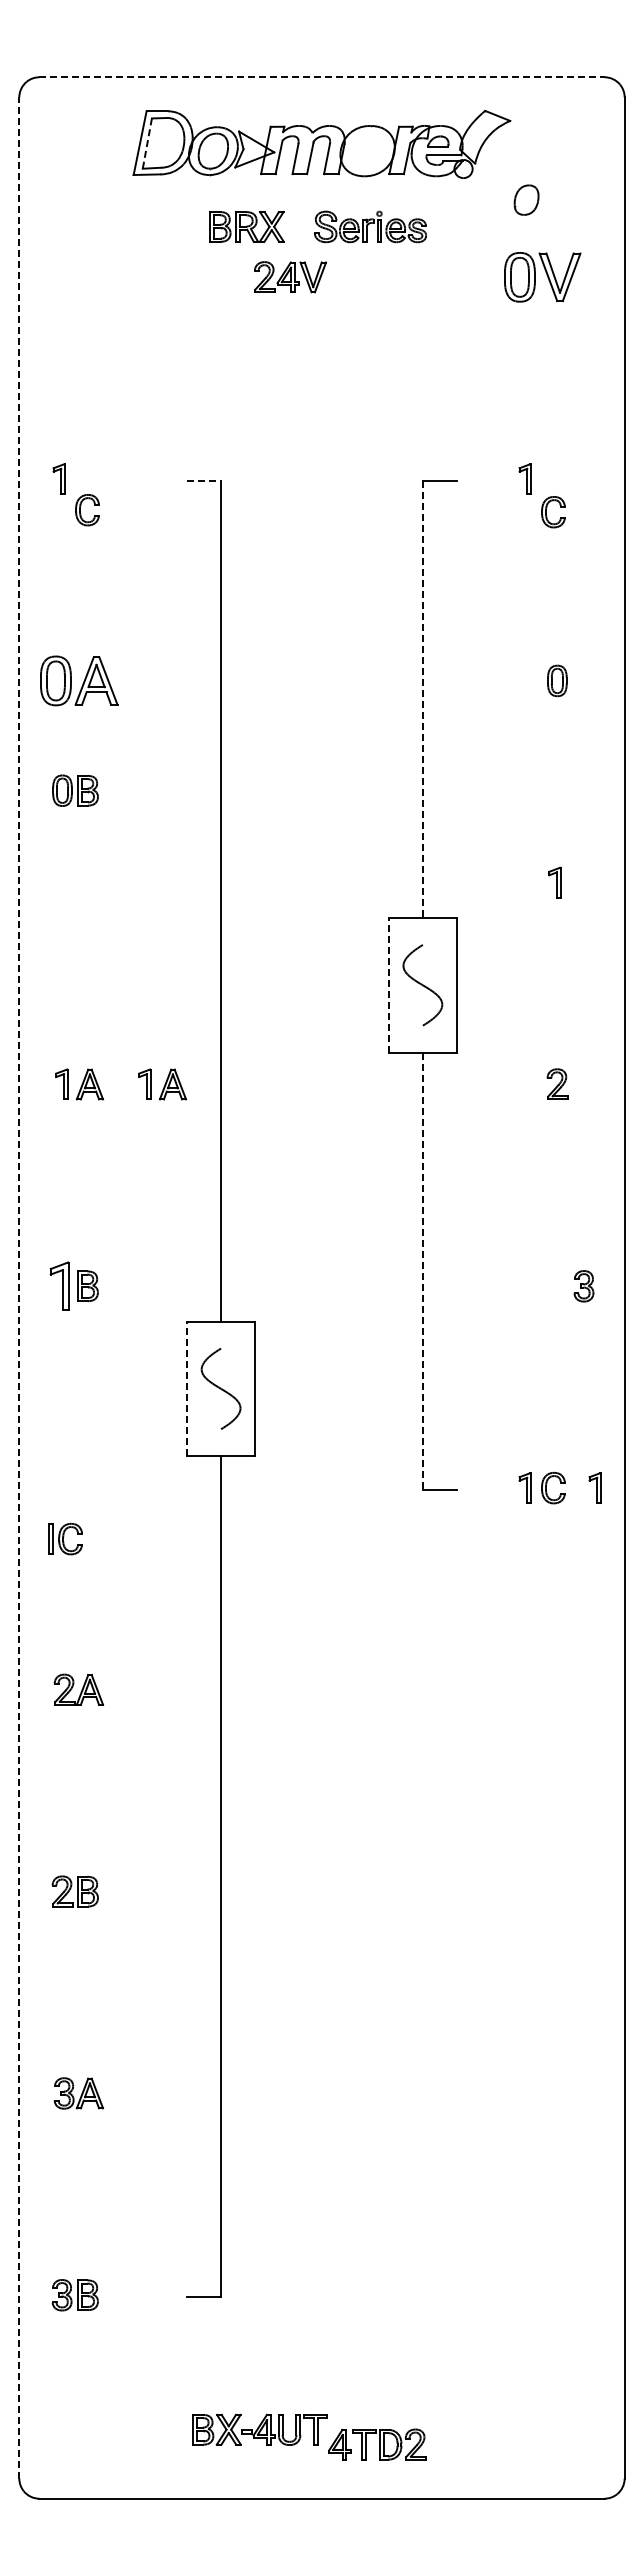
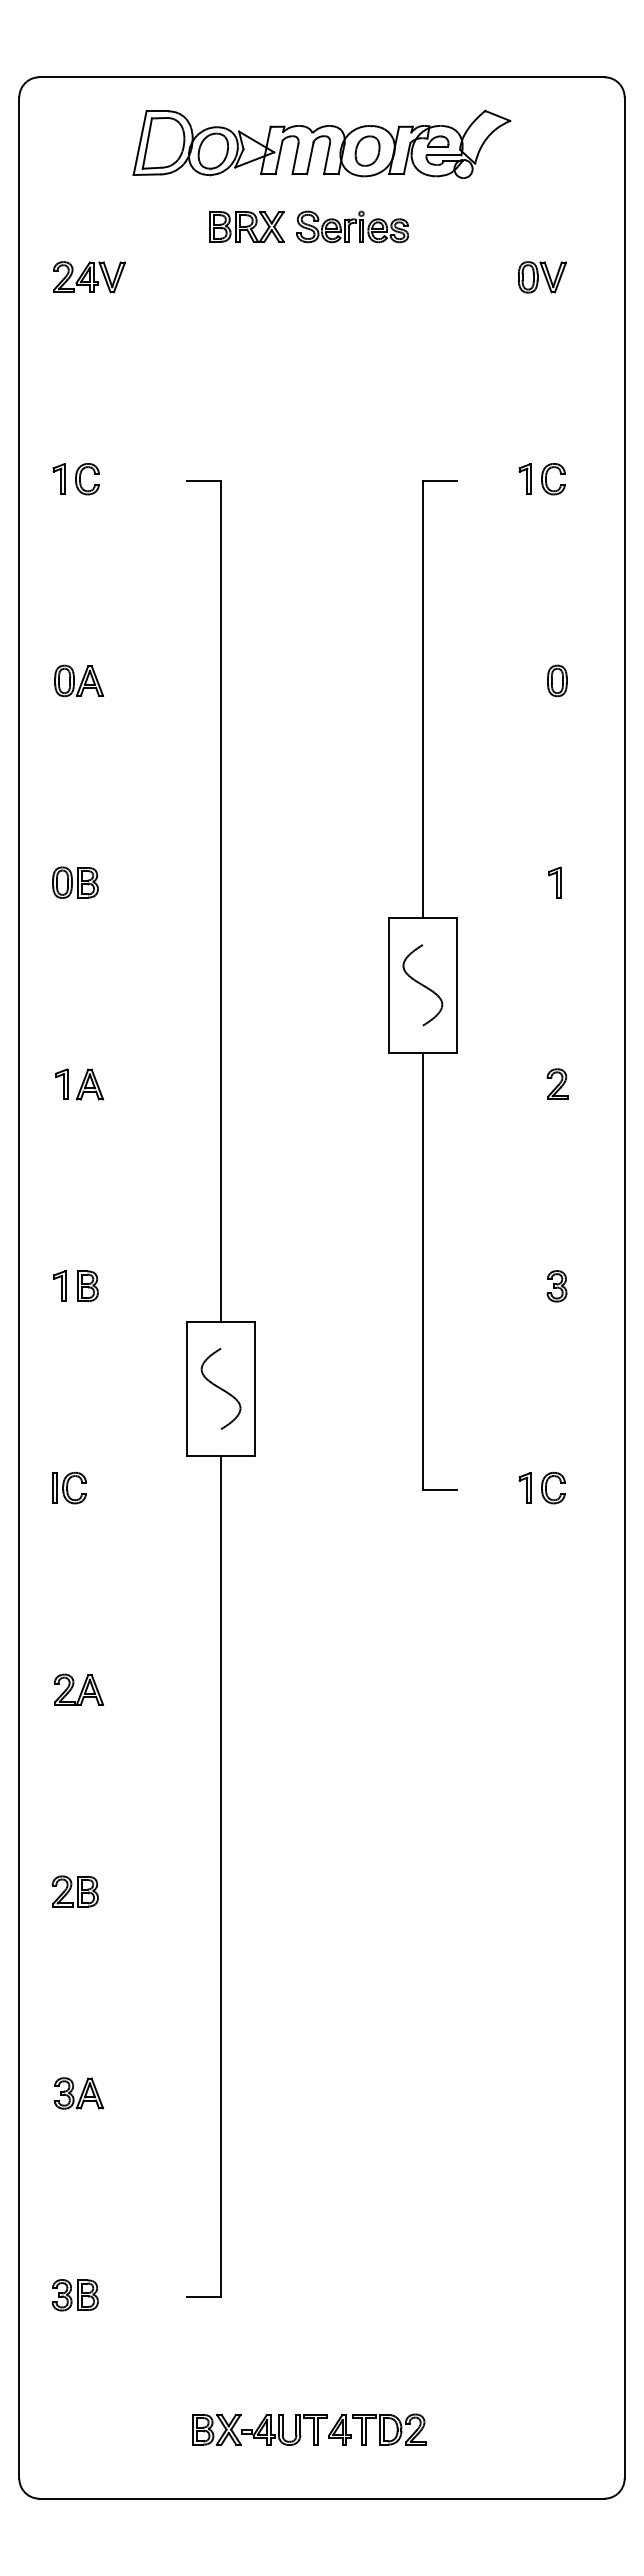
line at (321, 77): dashed -> solid
line at (147, 143): dashed -> solid
part at (526, 199) position: (526, 199) -> (367, 150)
part at (370, 226) position: (370, 226) -> (352, 226)
part at (290, 277) position: (290, 277) -> (89, 277)
part at (542, 277) size: 78x51 px -> 50x33 px
line at (204, 480): dashed -> solid
part at (80, 510) position: (80, 510) -> (80, 479)
part at (546, 512) position: (546, 512) -> (546, 479)
part at (79, 680) size: 79x52 px -> 50x34 px
line at (422, 699): dashed -> solid
part at (75, 790) position: (75, 790) -> (75, 882)
line at (389, 984): dashed -> solid
part at (162, 1084): present -> none
line at (422, 1271): dashed -> solid
part at (59, 1285) size: 21x50 px -> 14x32 px
part at (583, 1286) position: (583, 1286) -> (556, 1286)
line at (19, 1287): dashed -> solid
line at (187, 1388): dashed -> solid
part at (594, 1487): present -> none
part at (65, 1539) position: (65, 1539) -> (69, 1488)
part at (377, 2444) position: (377, 2444) -> (377, 2429)
